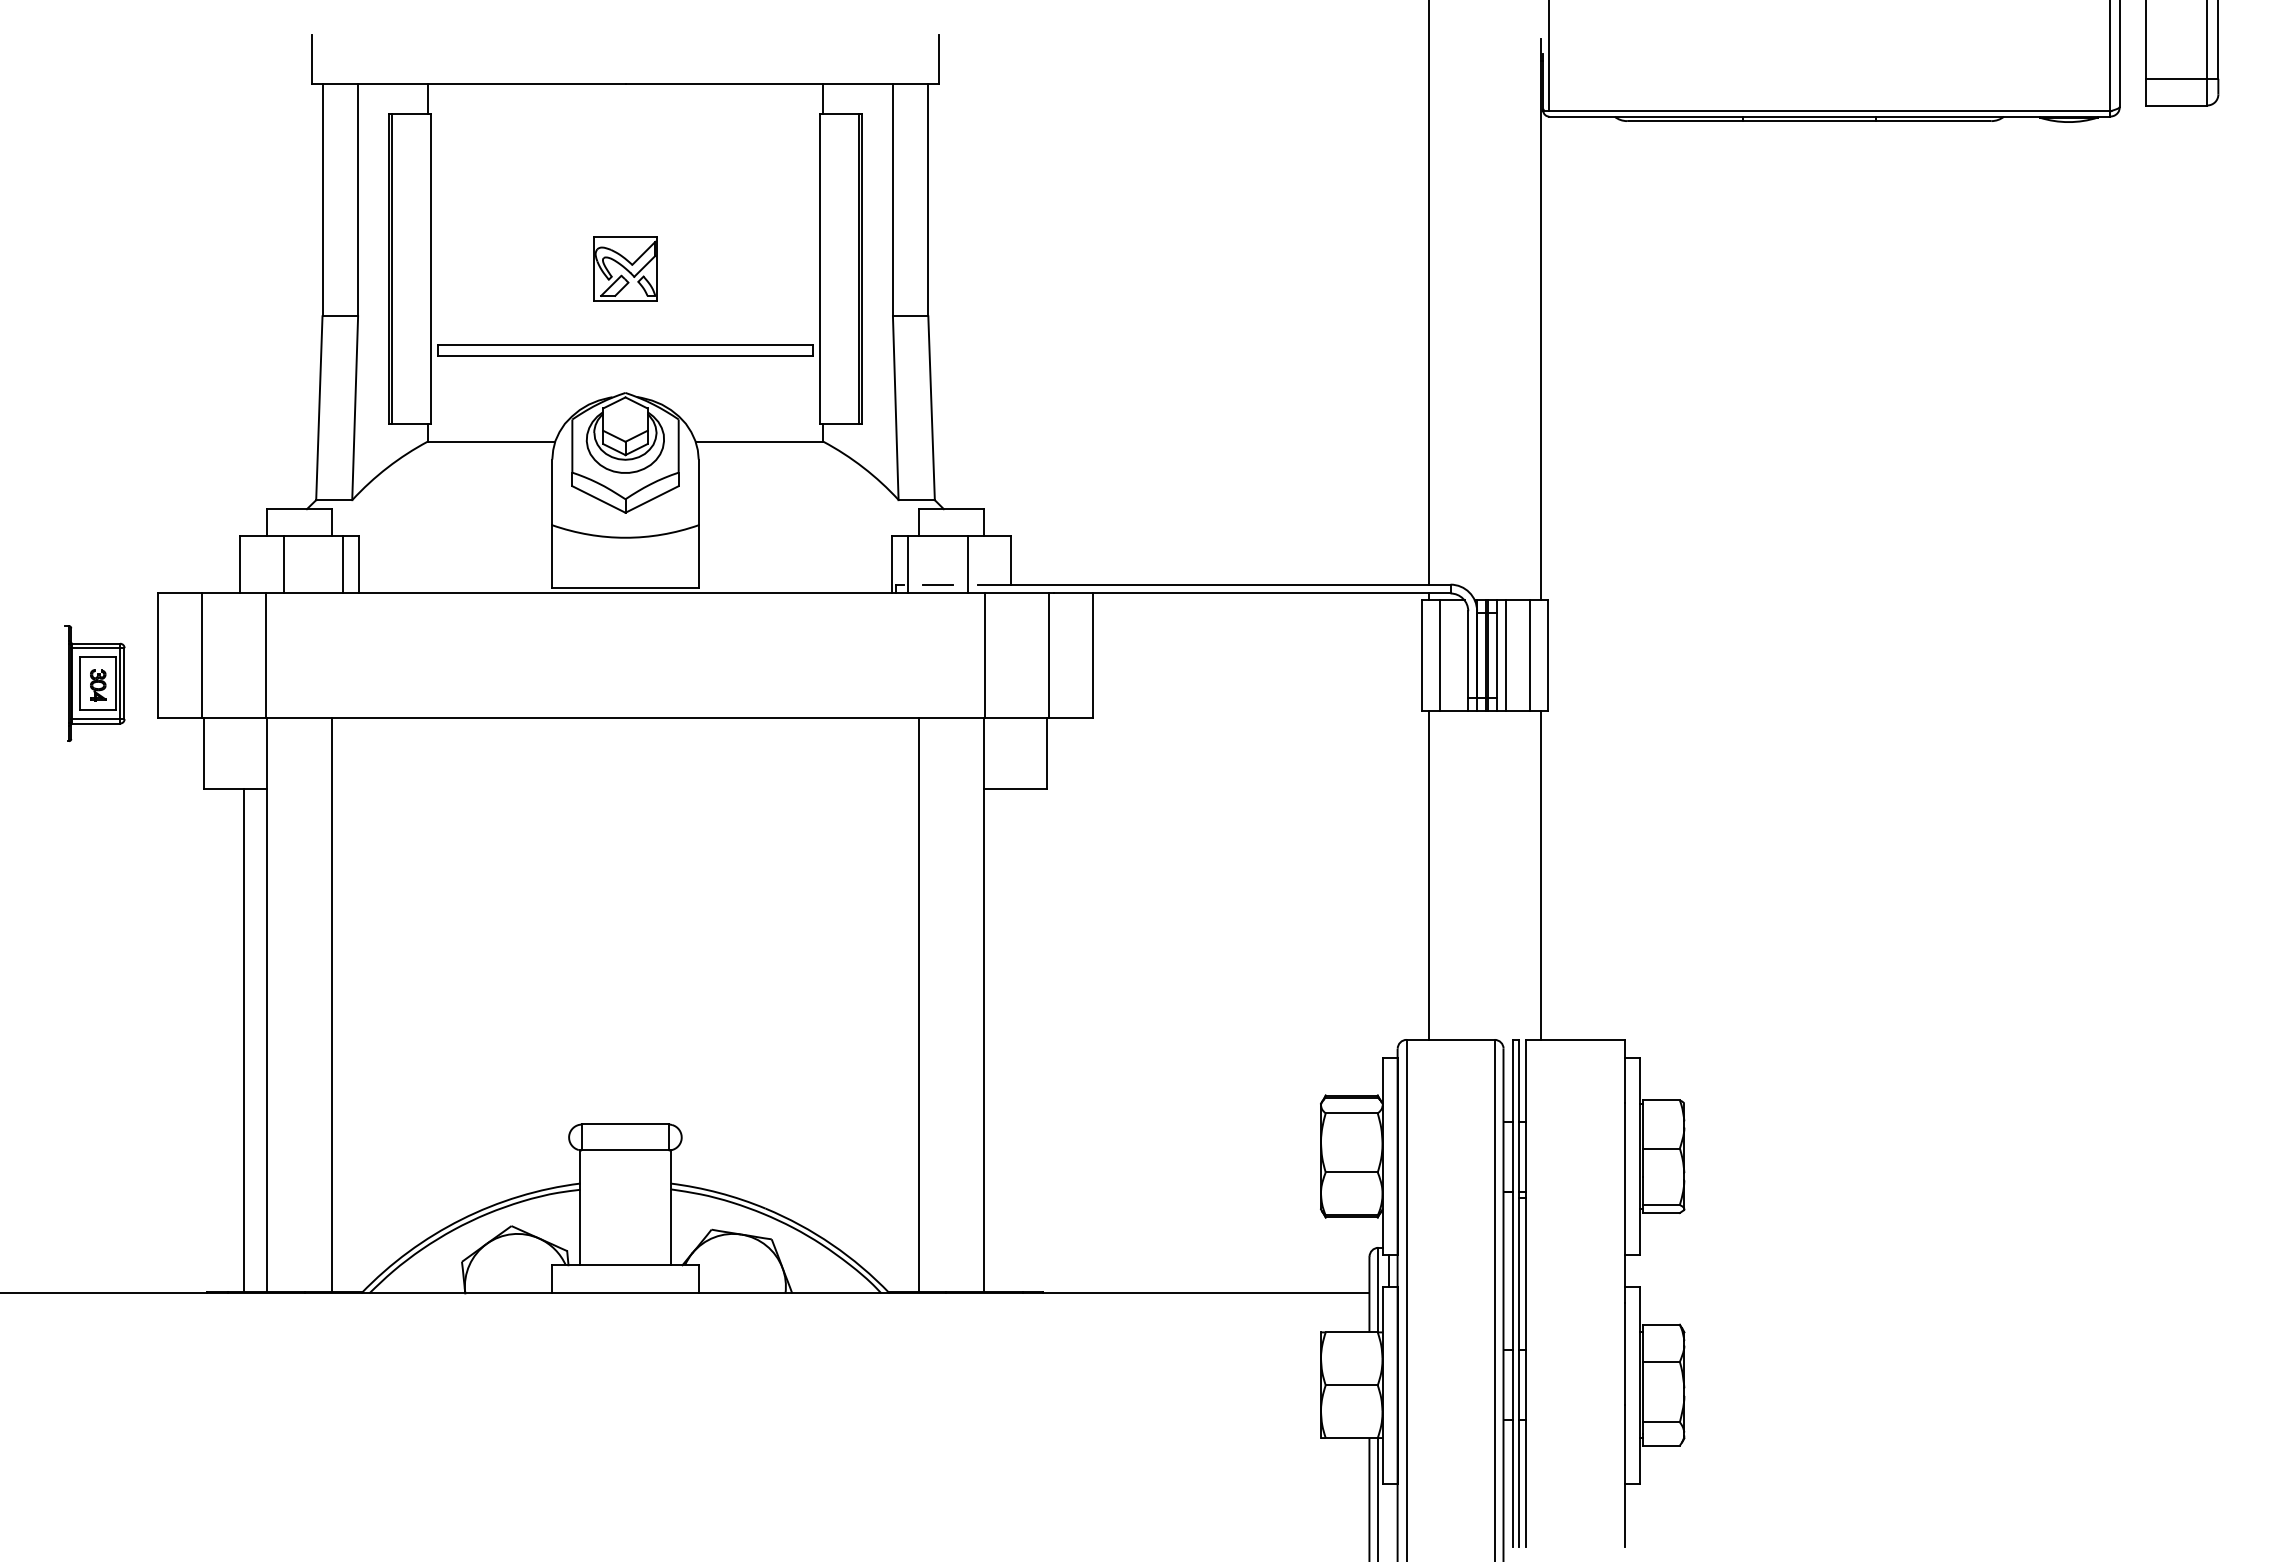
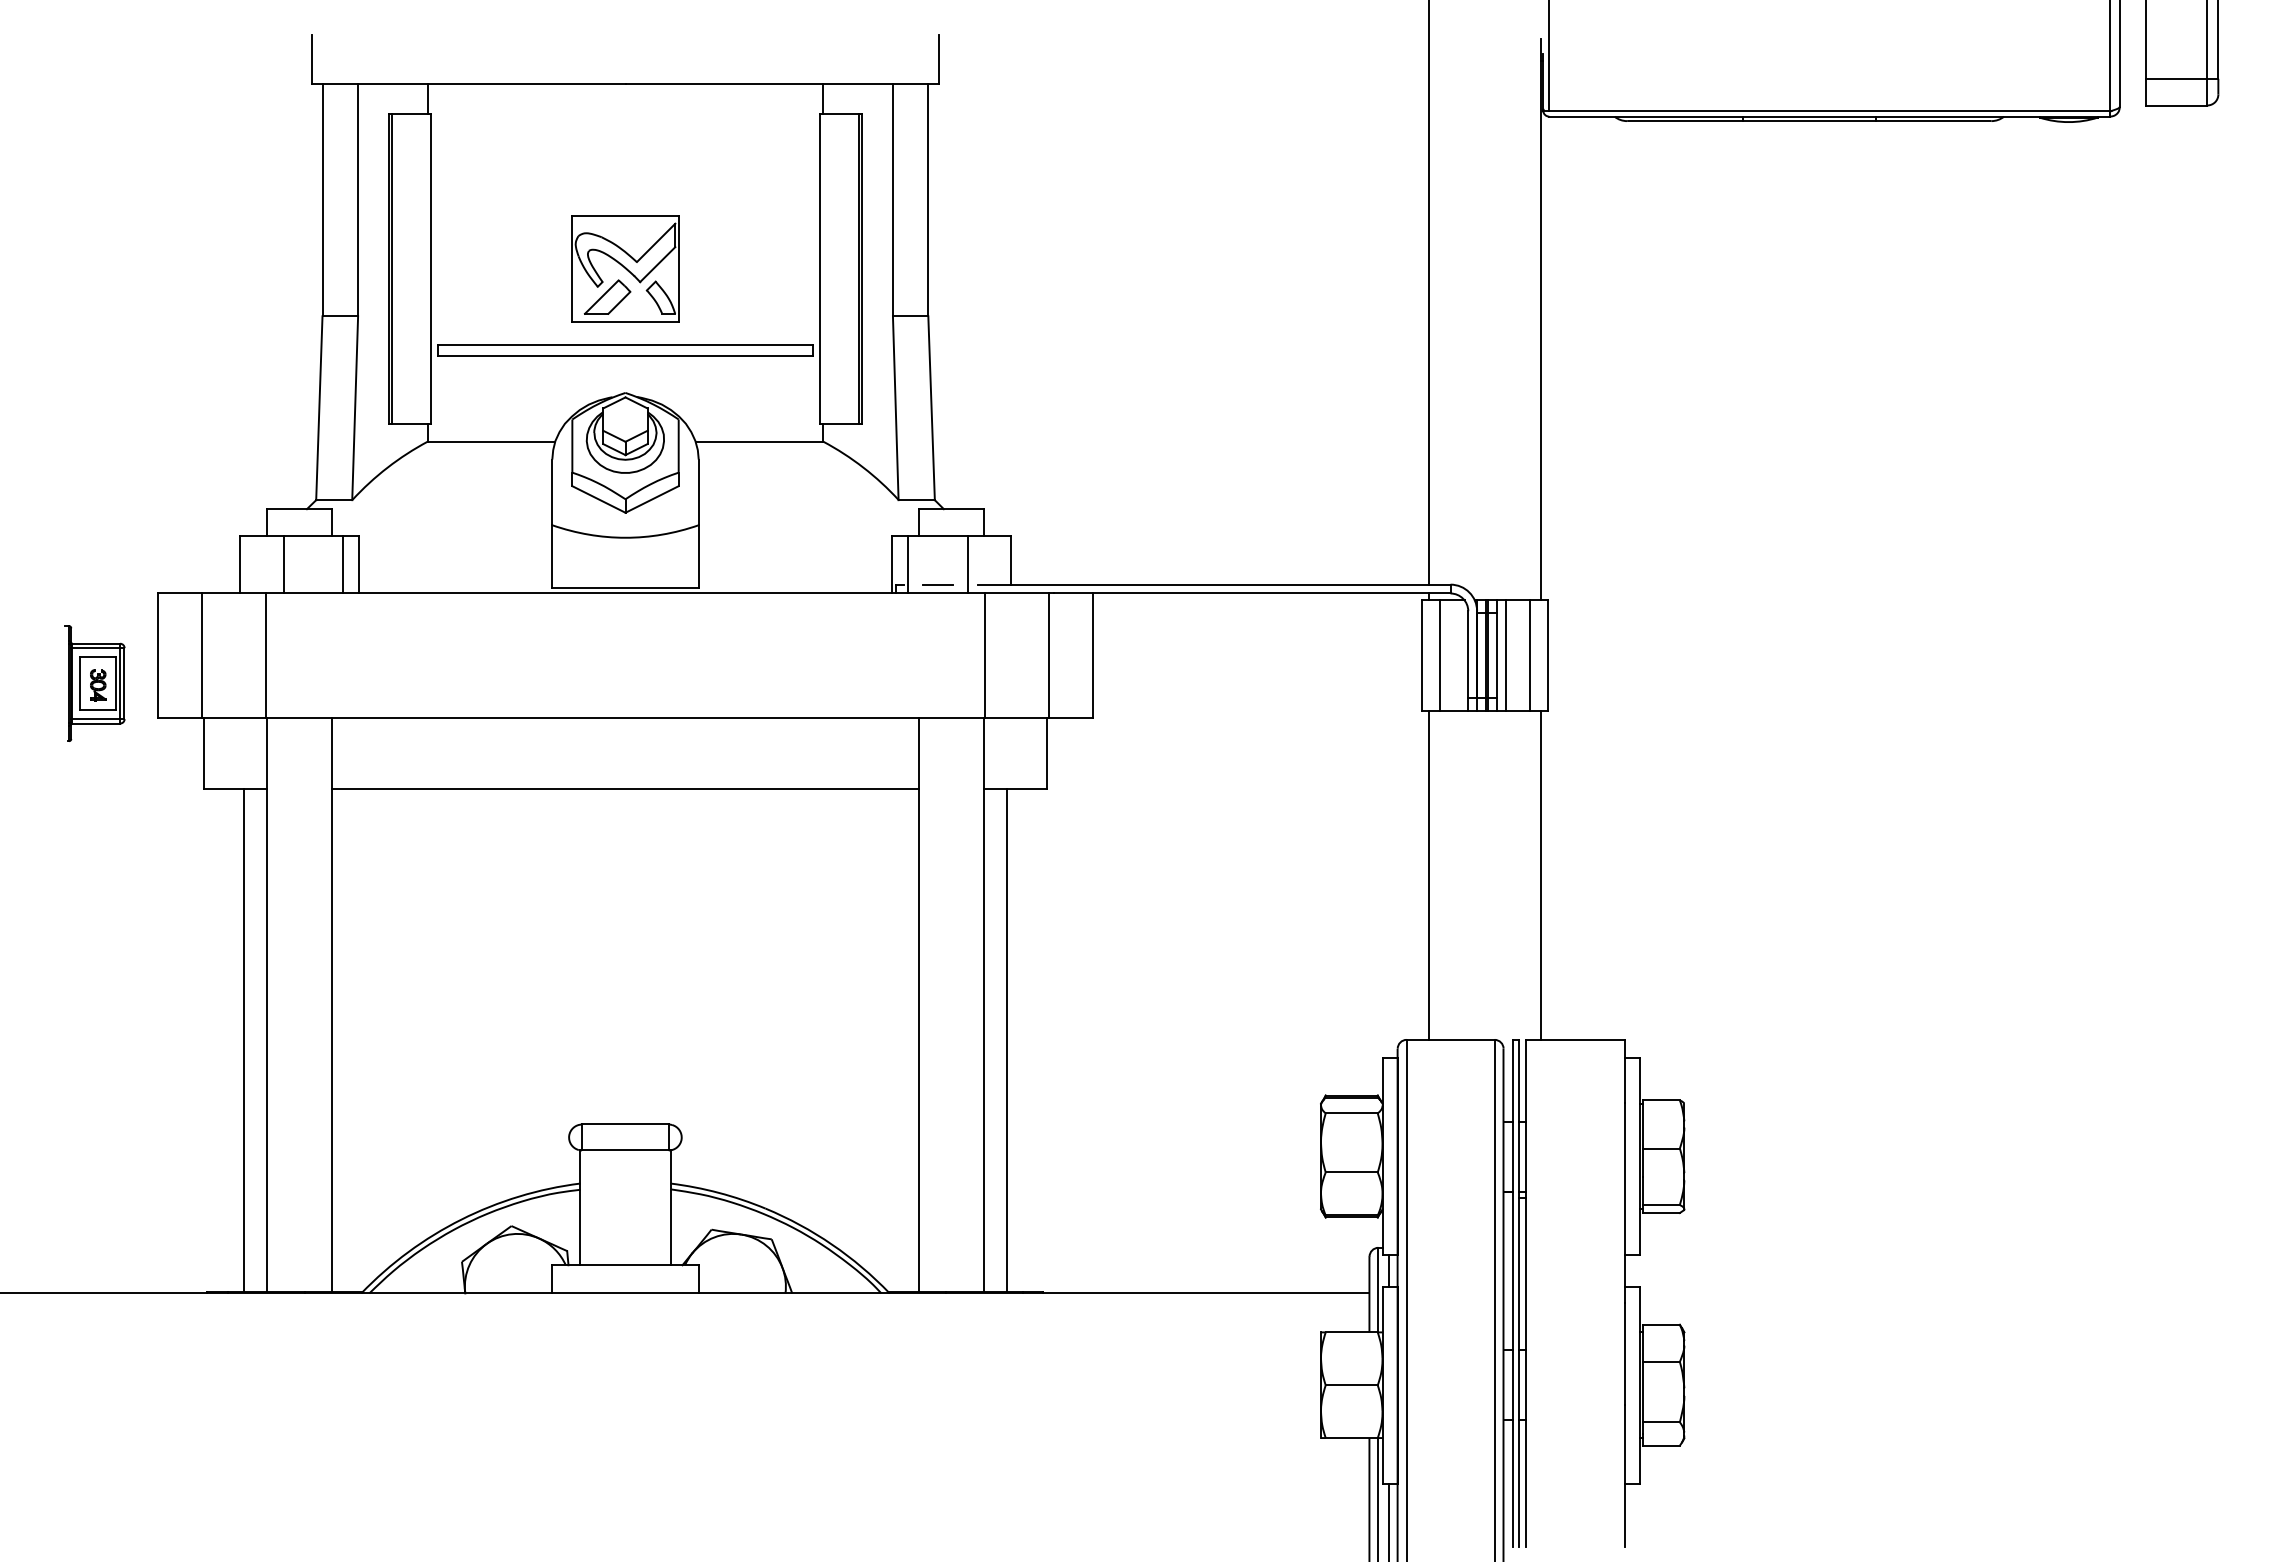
part at (625, 268) size: 65x66 px -> 109x108 px
line at (625, 788): none -> present
line at (1006, 1039): none -> present
line at (1388, 1520): none -> present
